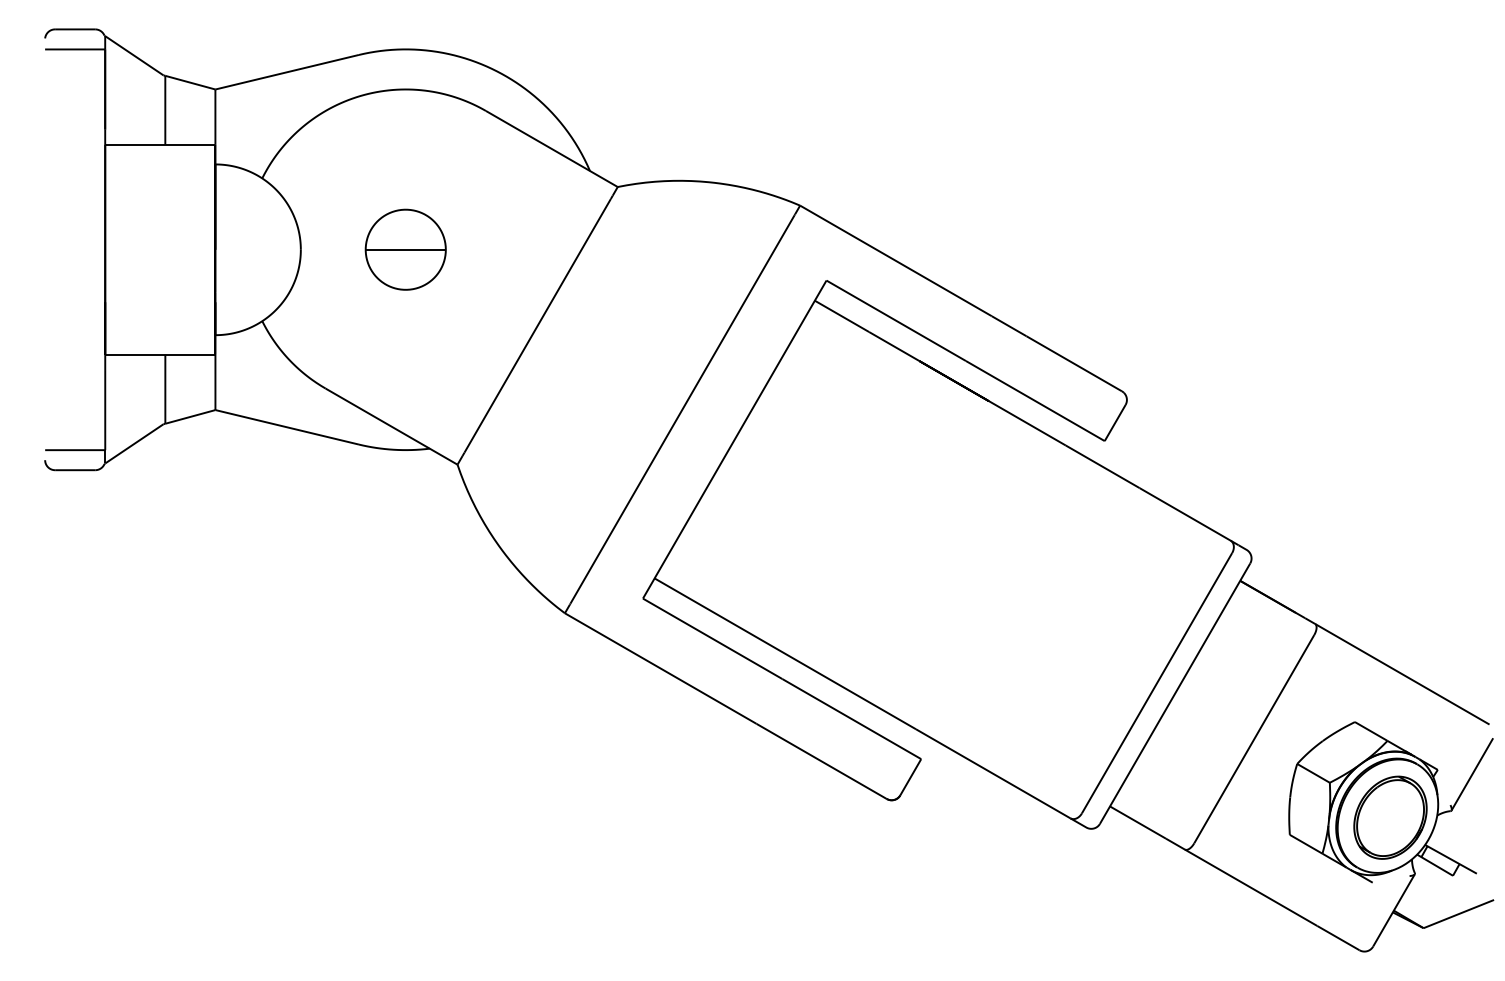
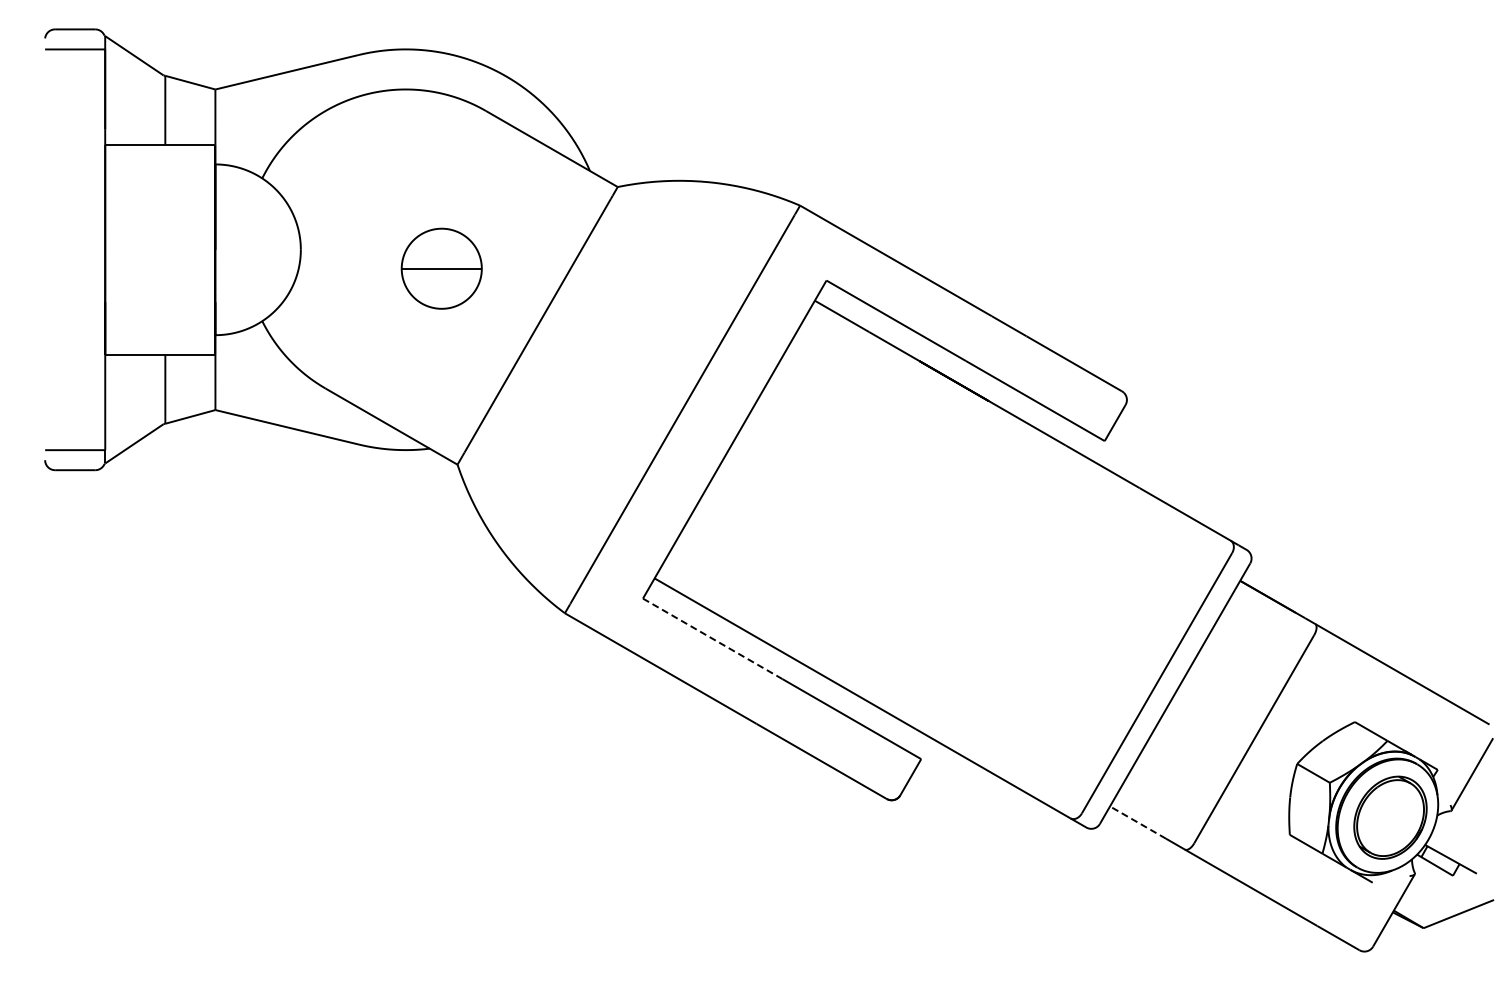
part at (405, 249) position: (405, 249) -> (441, 268)
line at (713, 639): solid -> dashed
line at (1137, 822): solid -> dashed
